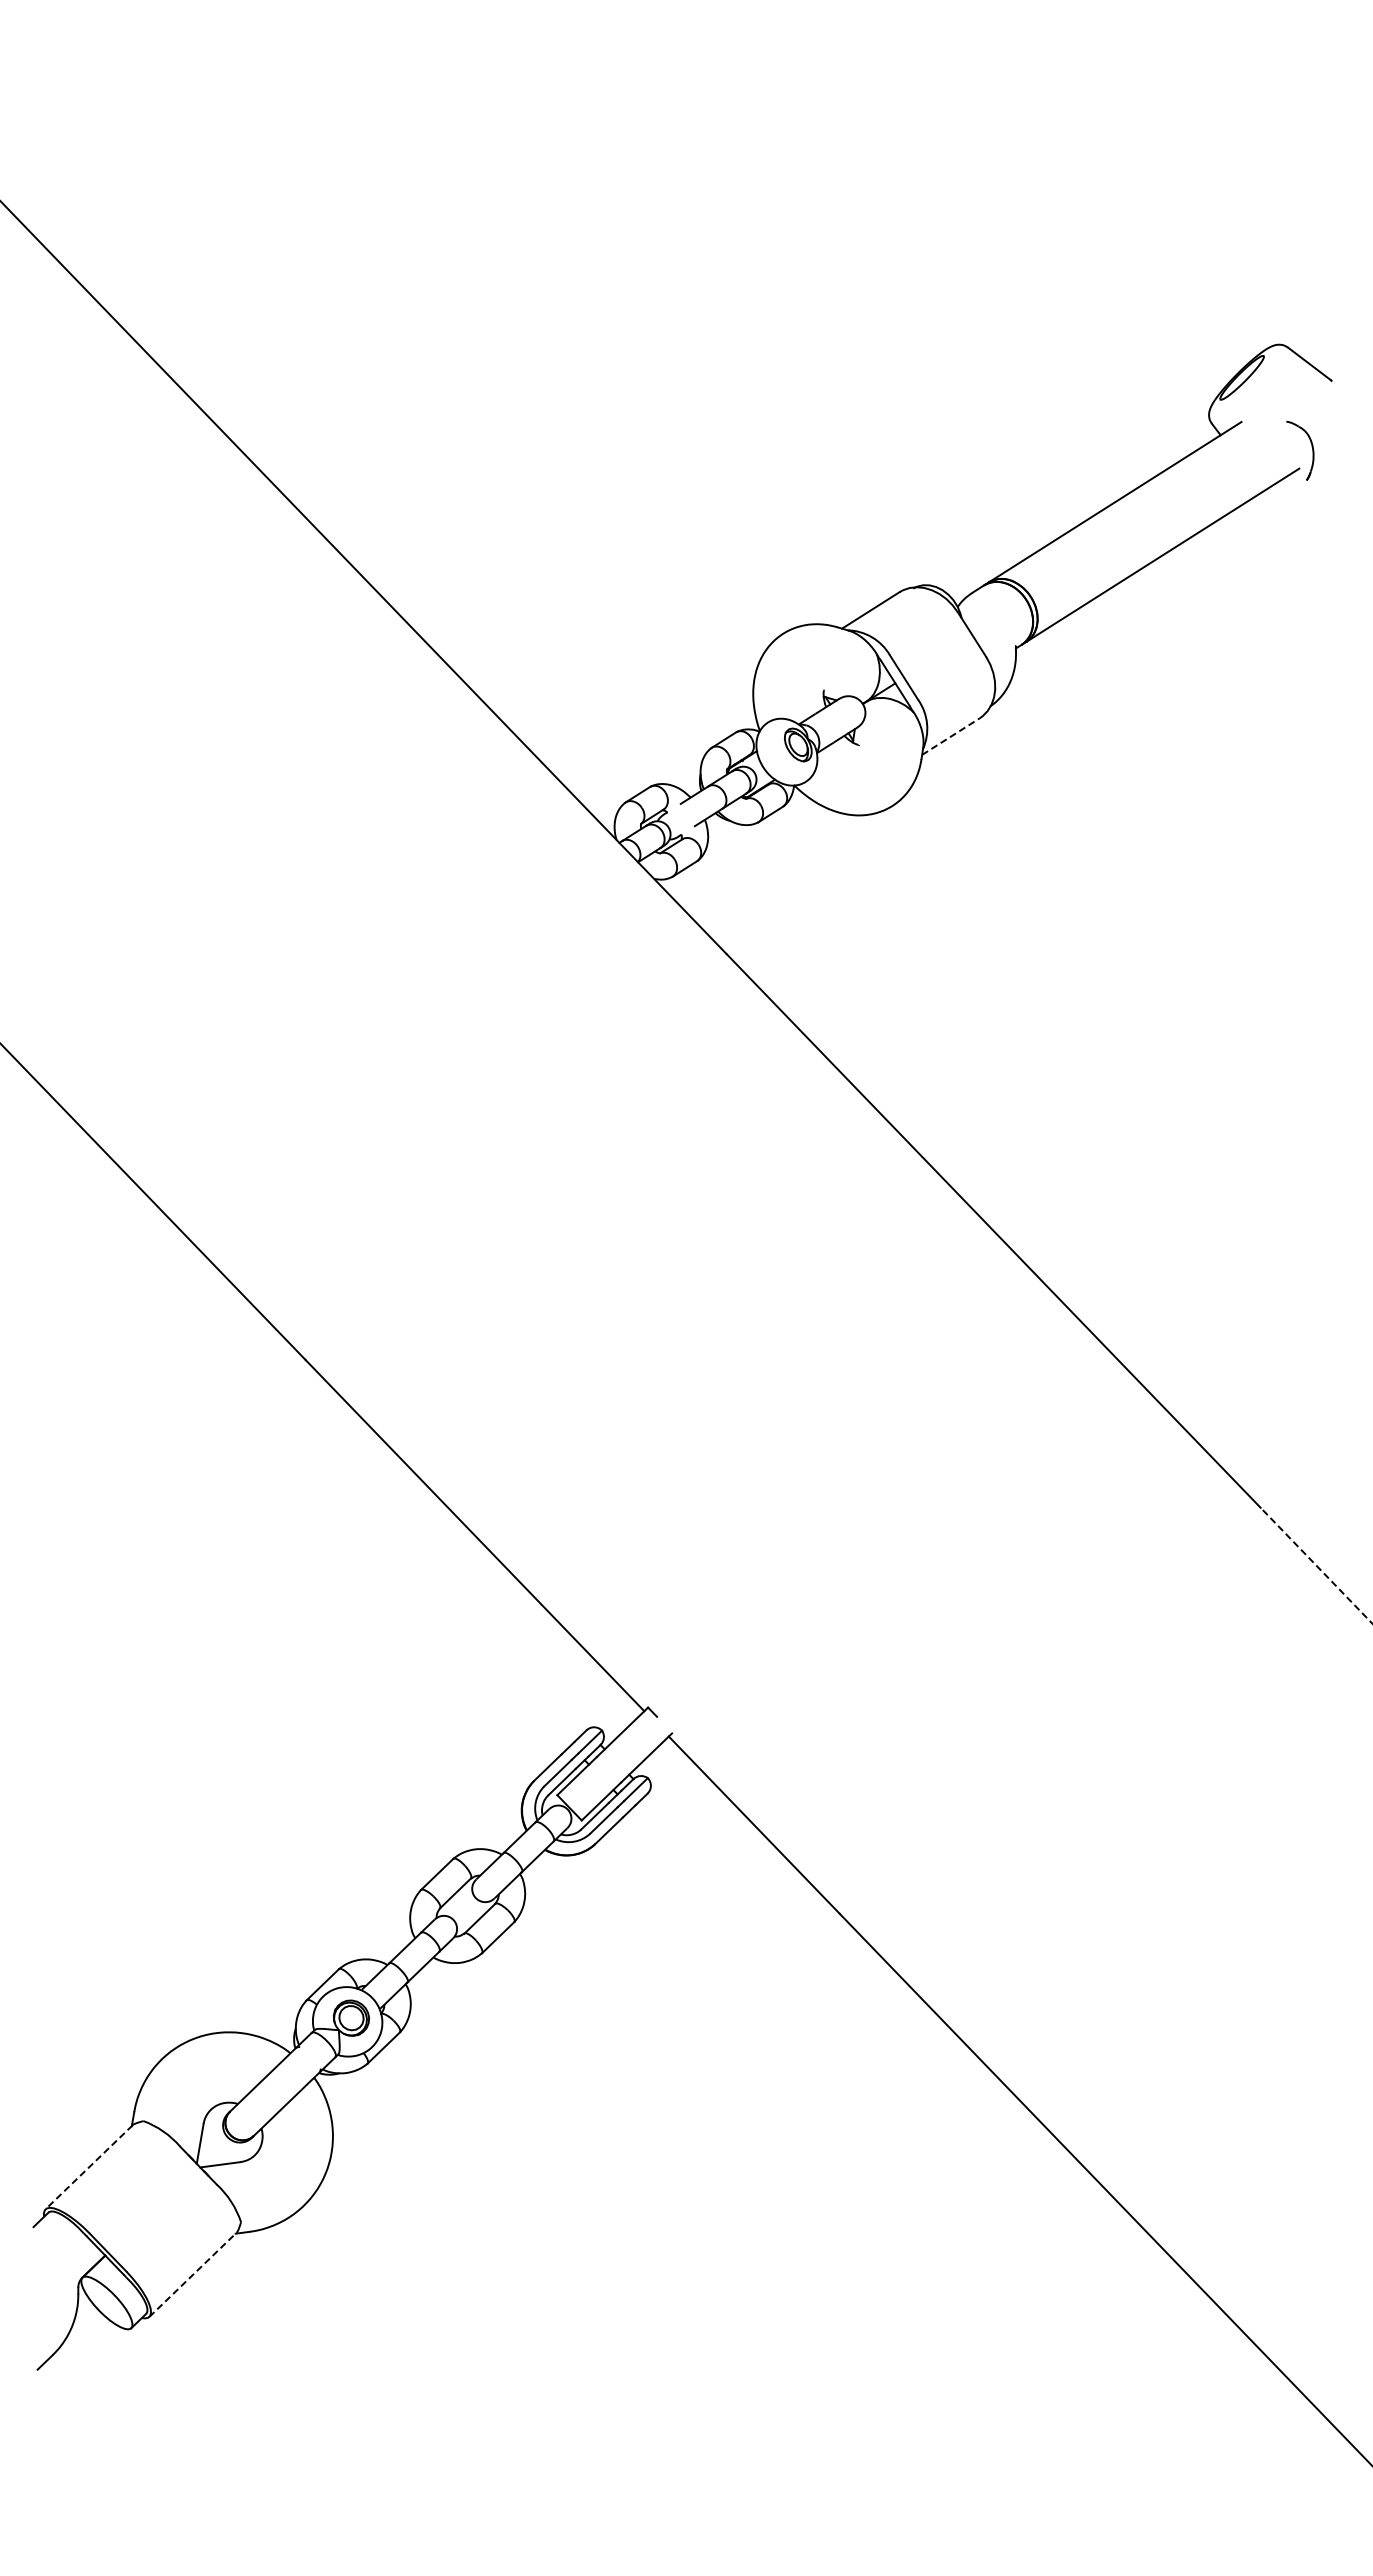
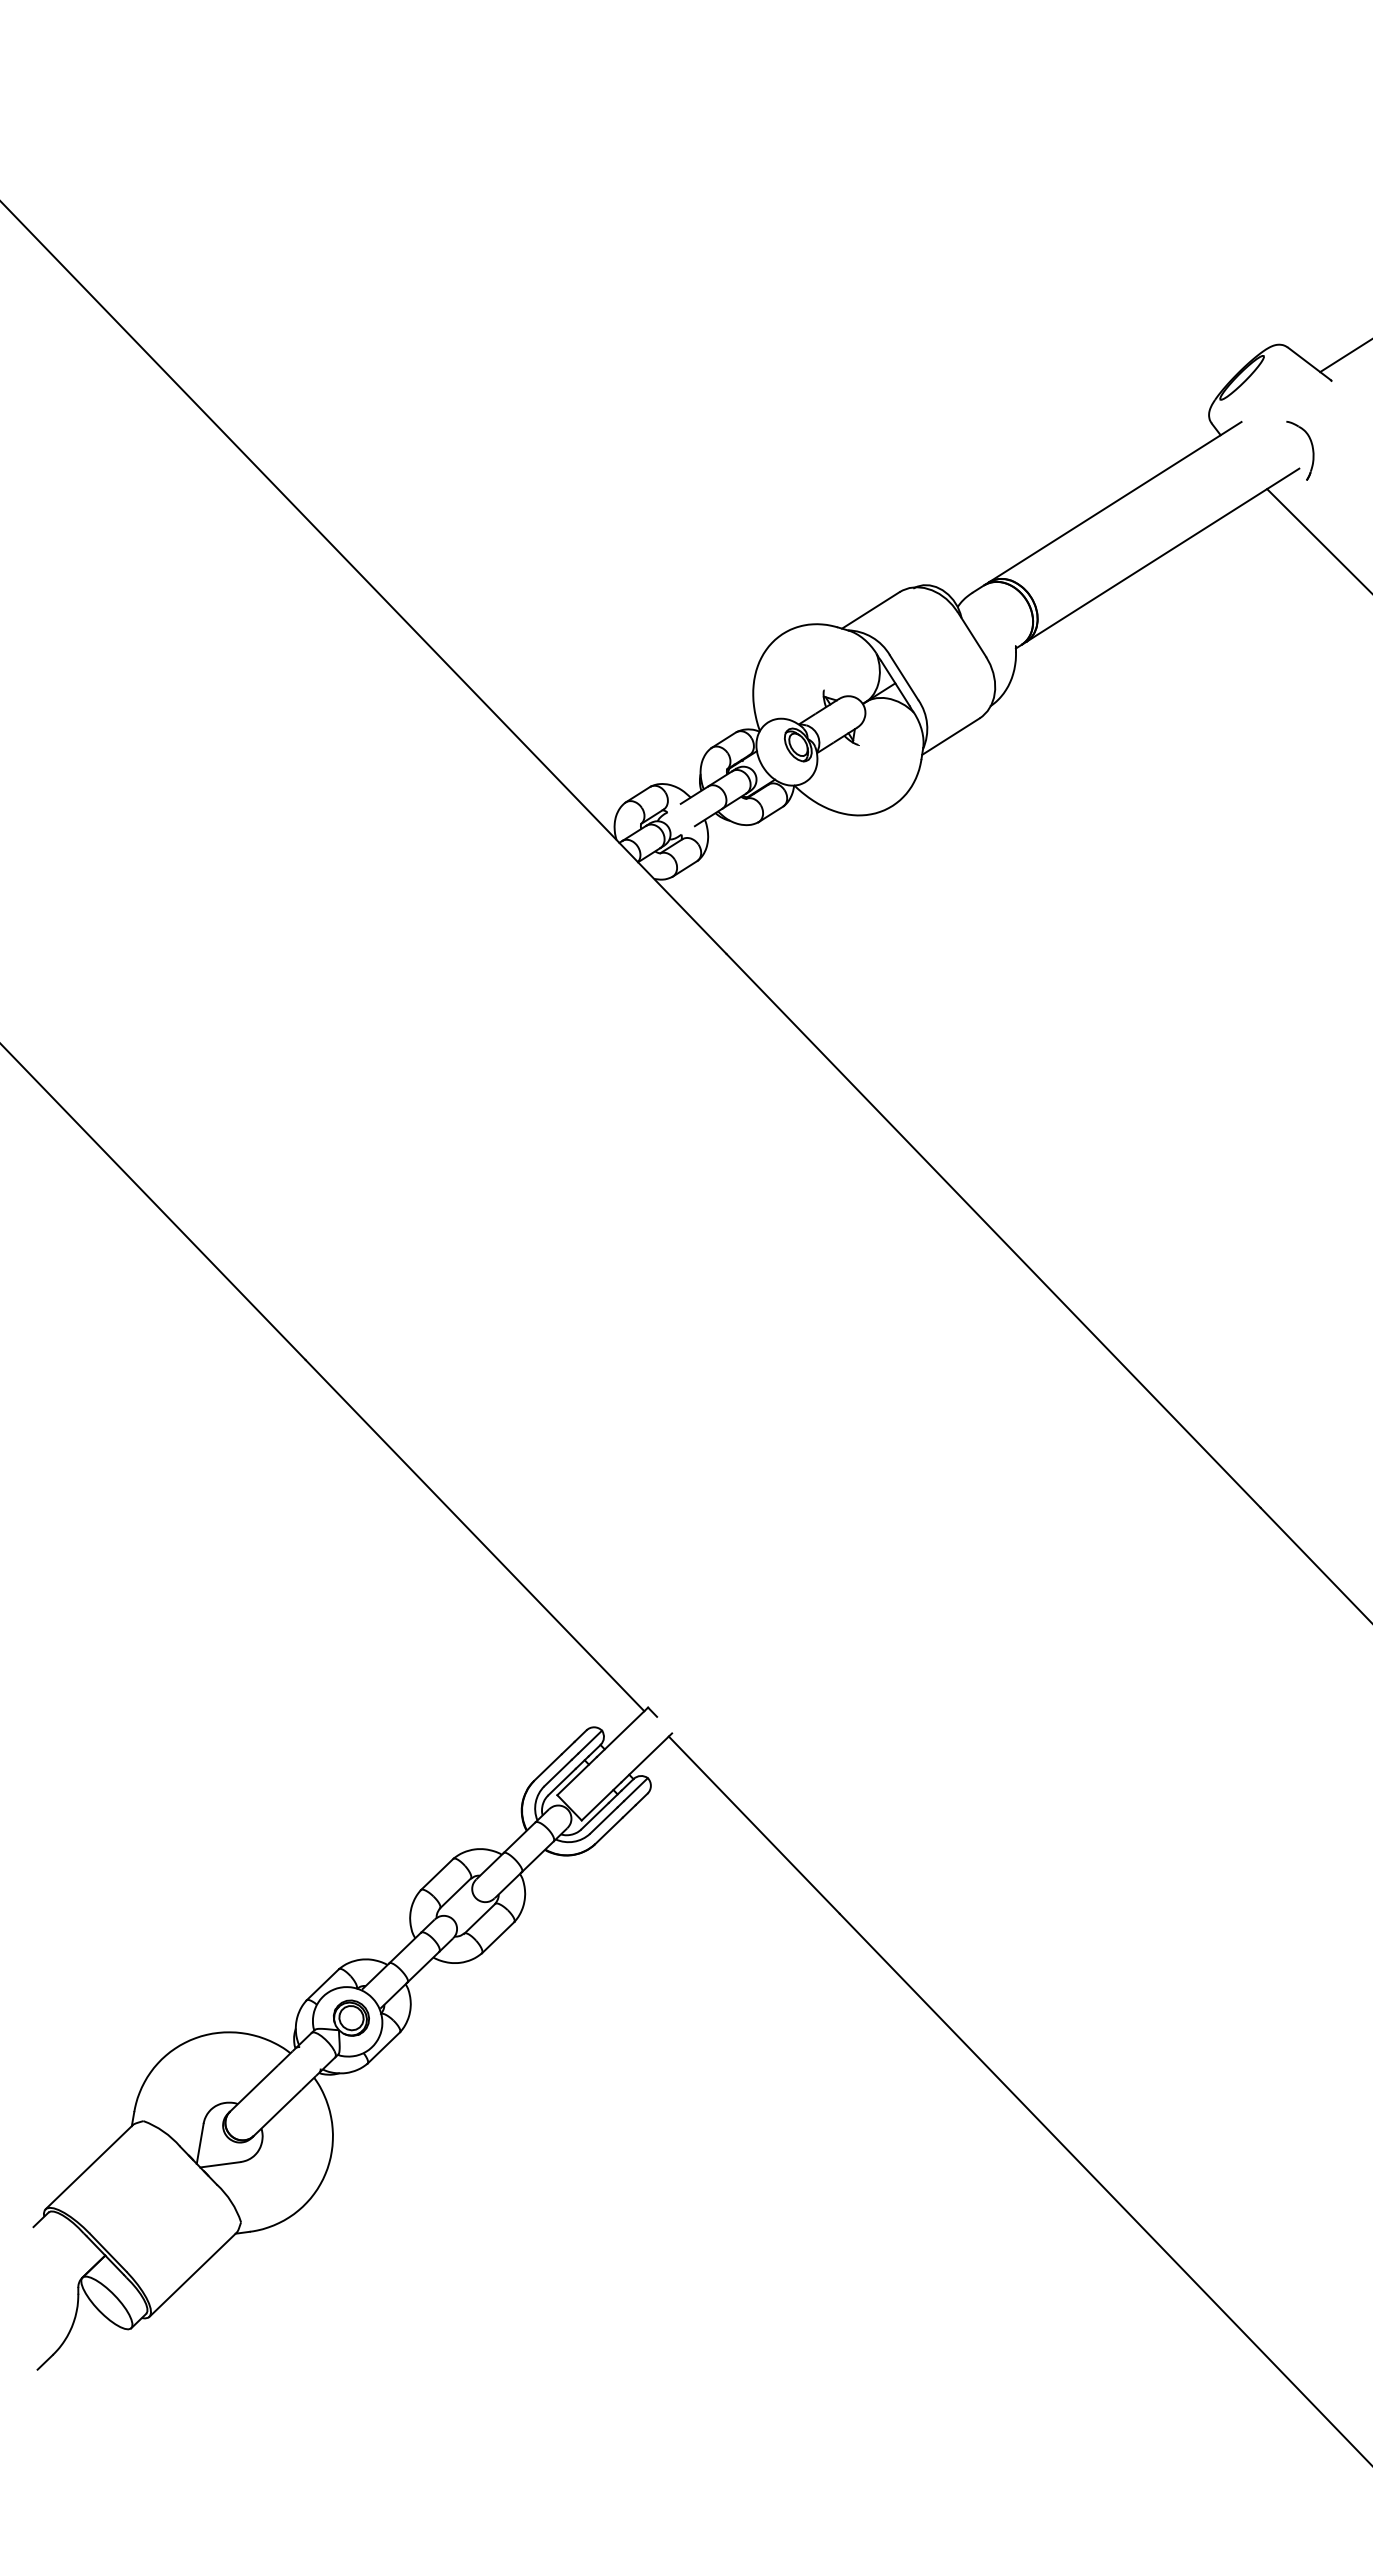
line at (1344, 356): none -> present
line at (1318, 540): none -> present
line at (951, 736): dashed -> solid
line at (1316, 1565): dashed -> solid
line at (88, 2167): dashed -> solid
line at (193, 2274): dashed -> solid
